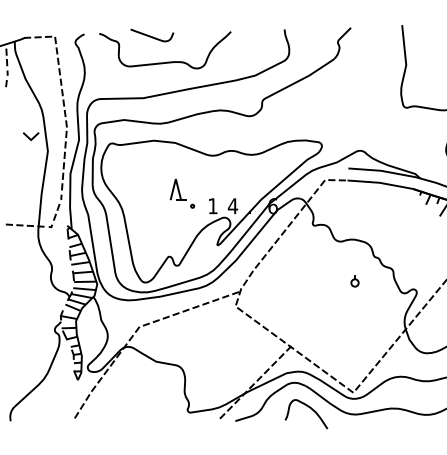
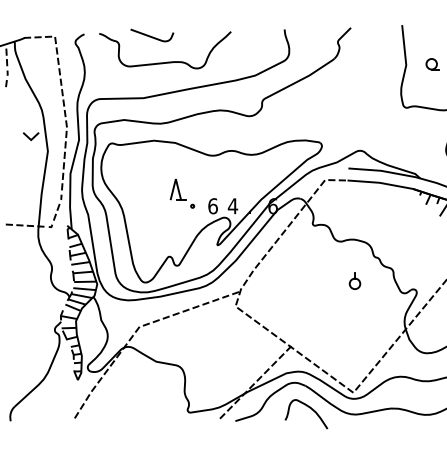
part at (432, 64): none -> present
text at (212, 206): 1 -> 6
part at (354, 281) size: 10x13 px -> 14x18 px
